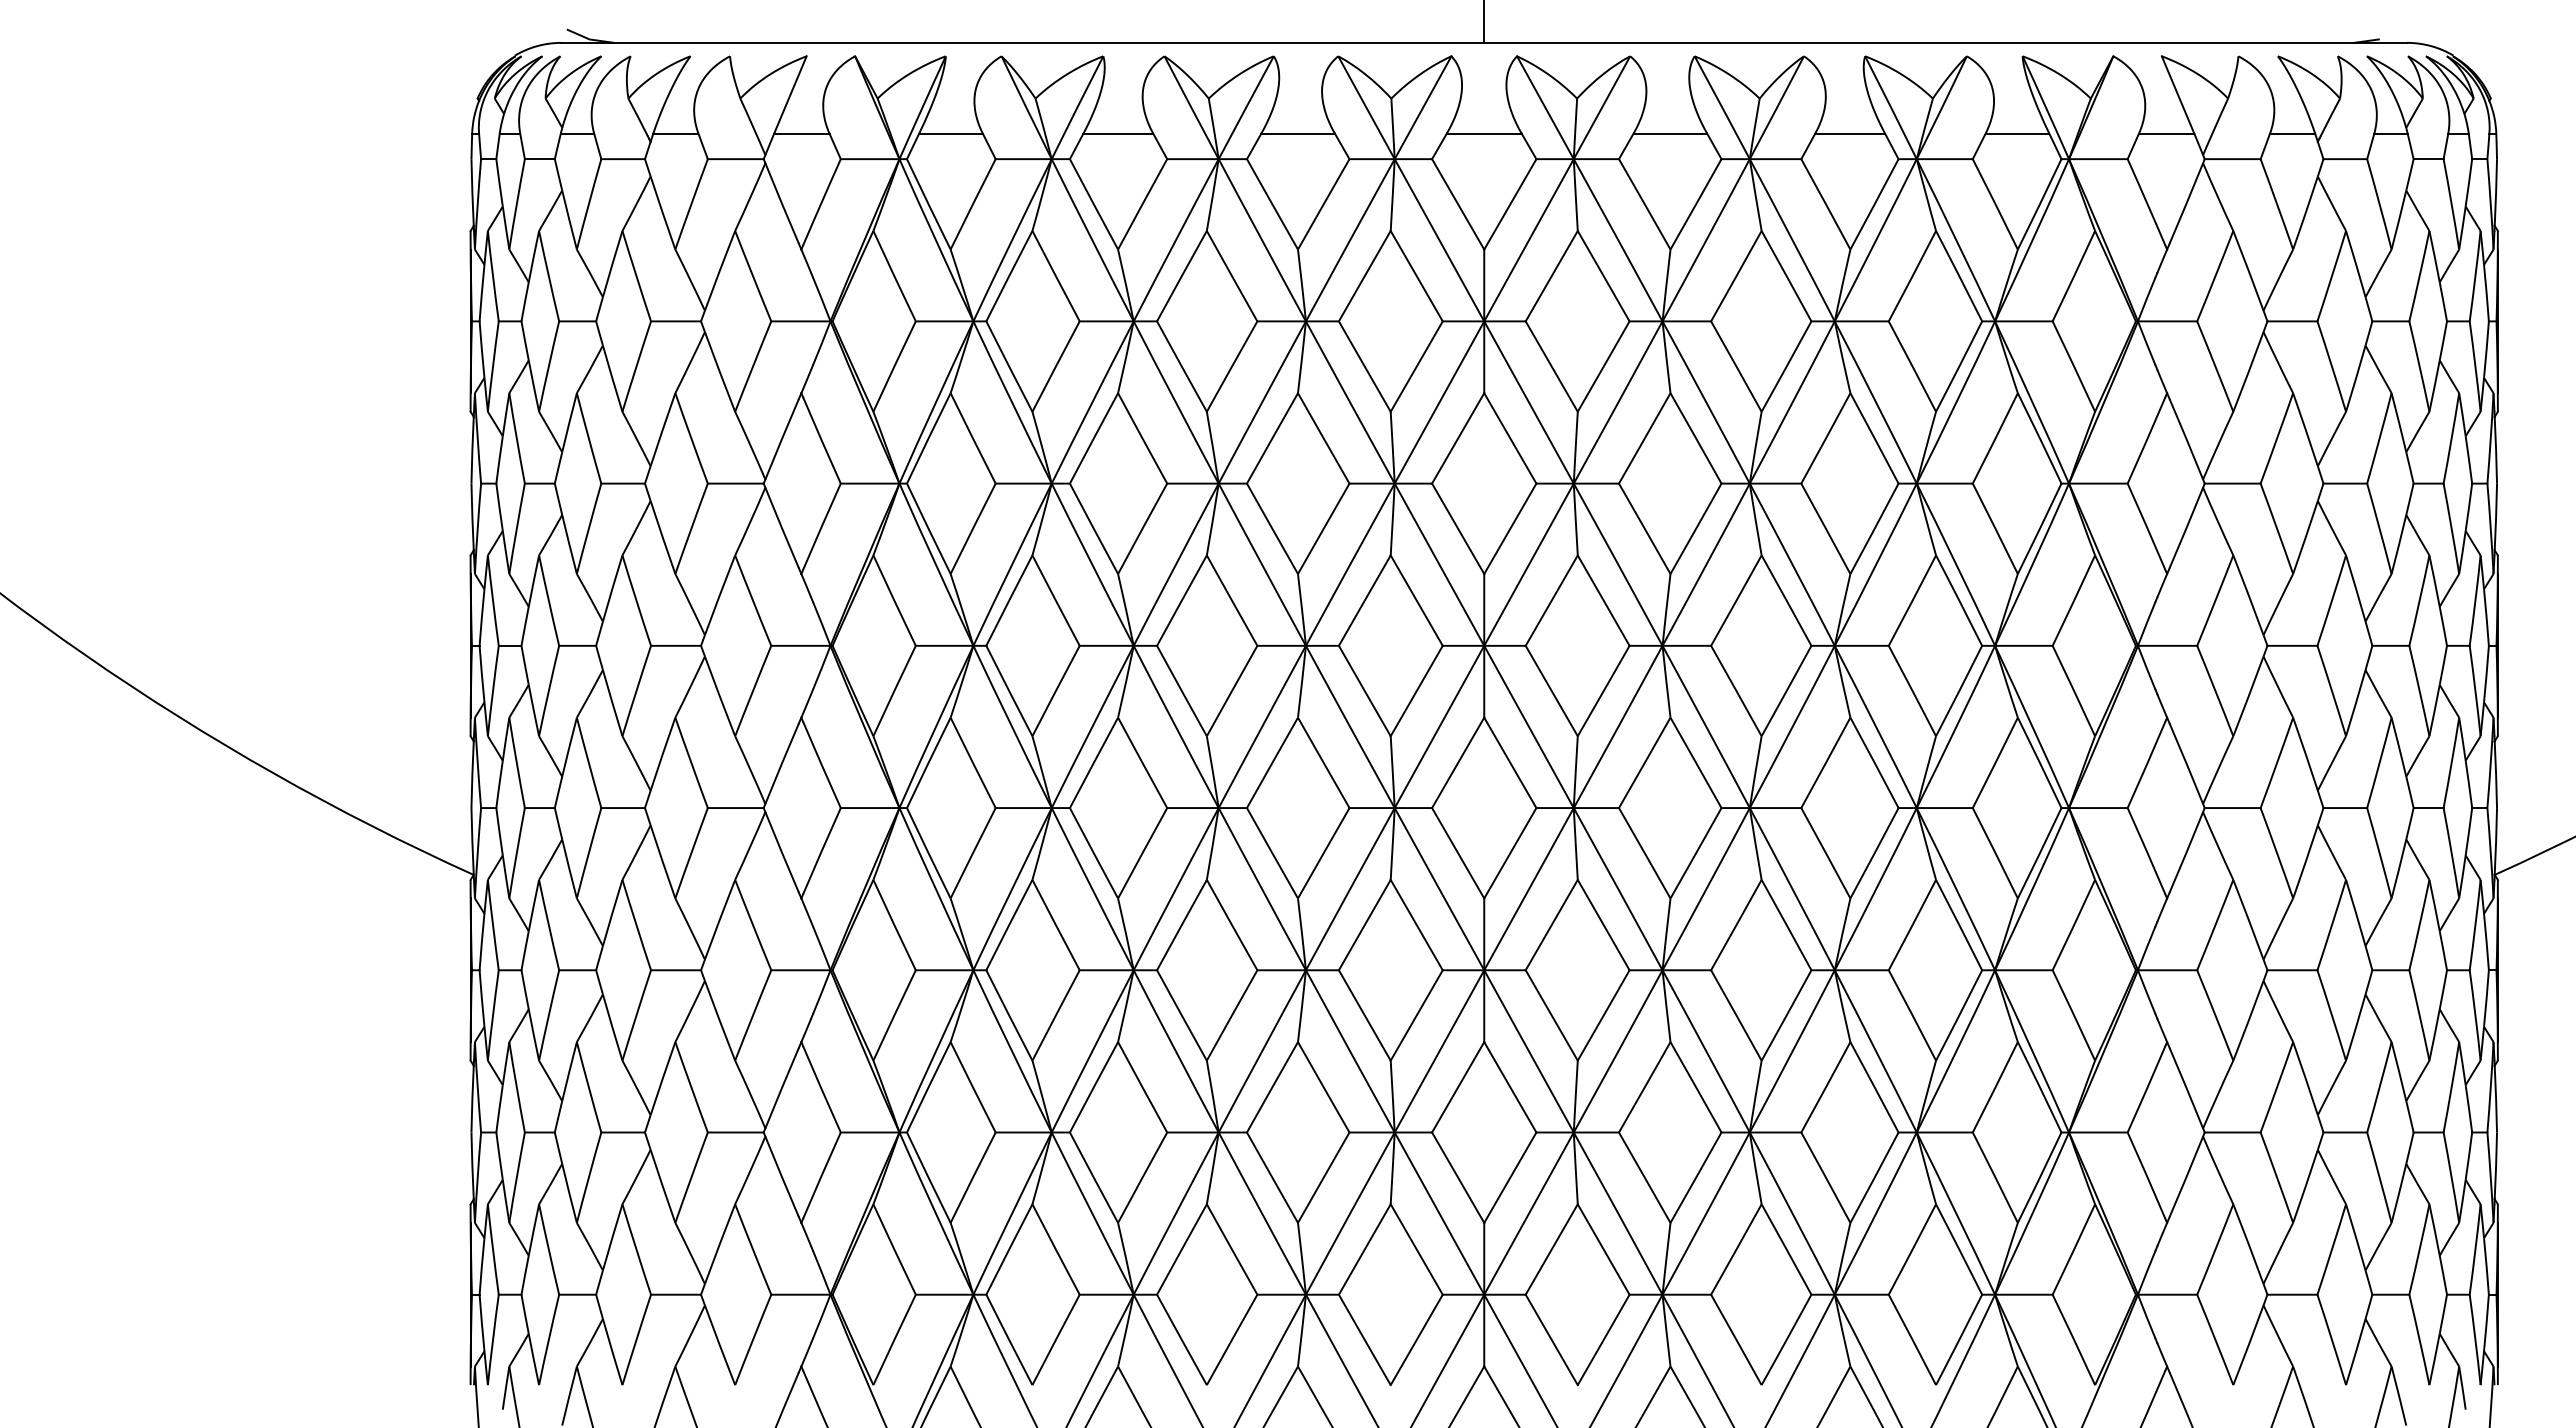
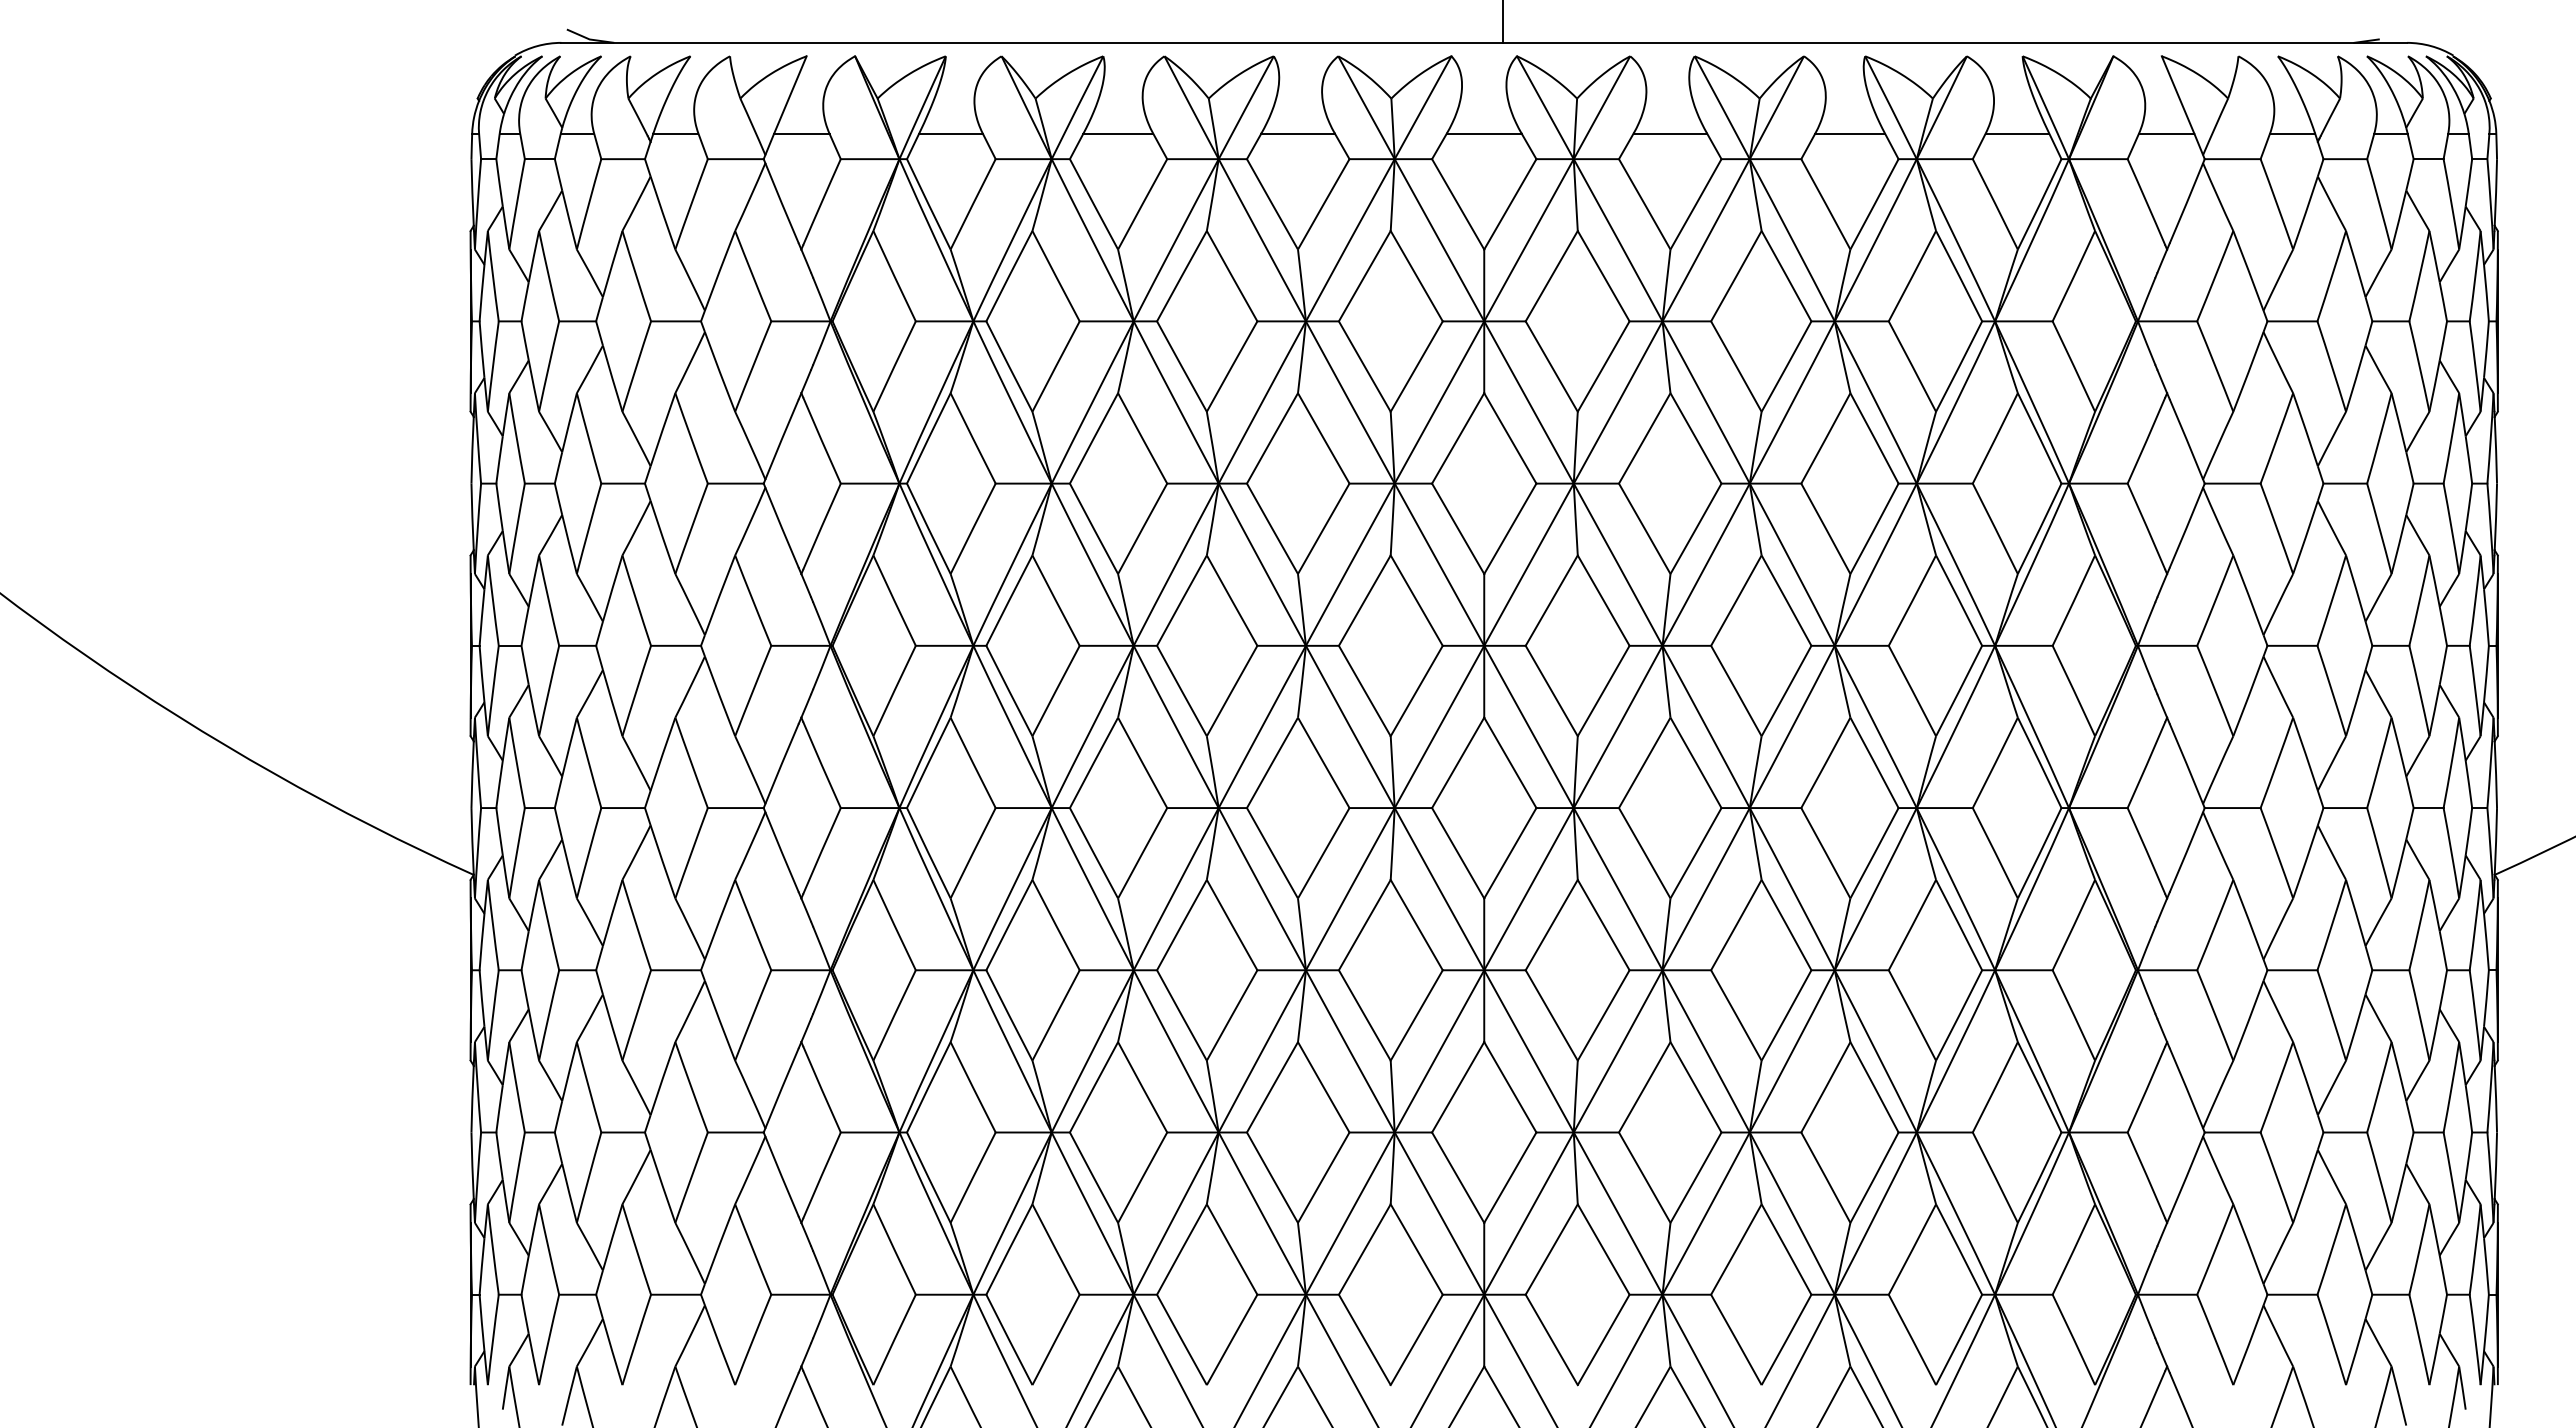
line at (1484, 22) position: (1484, 22) -> (1503, 22)
